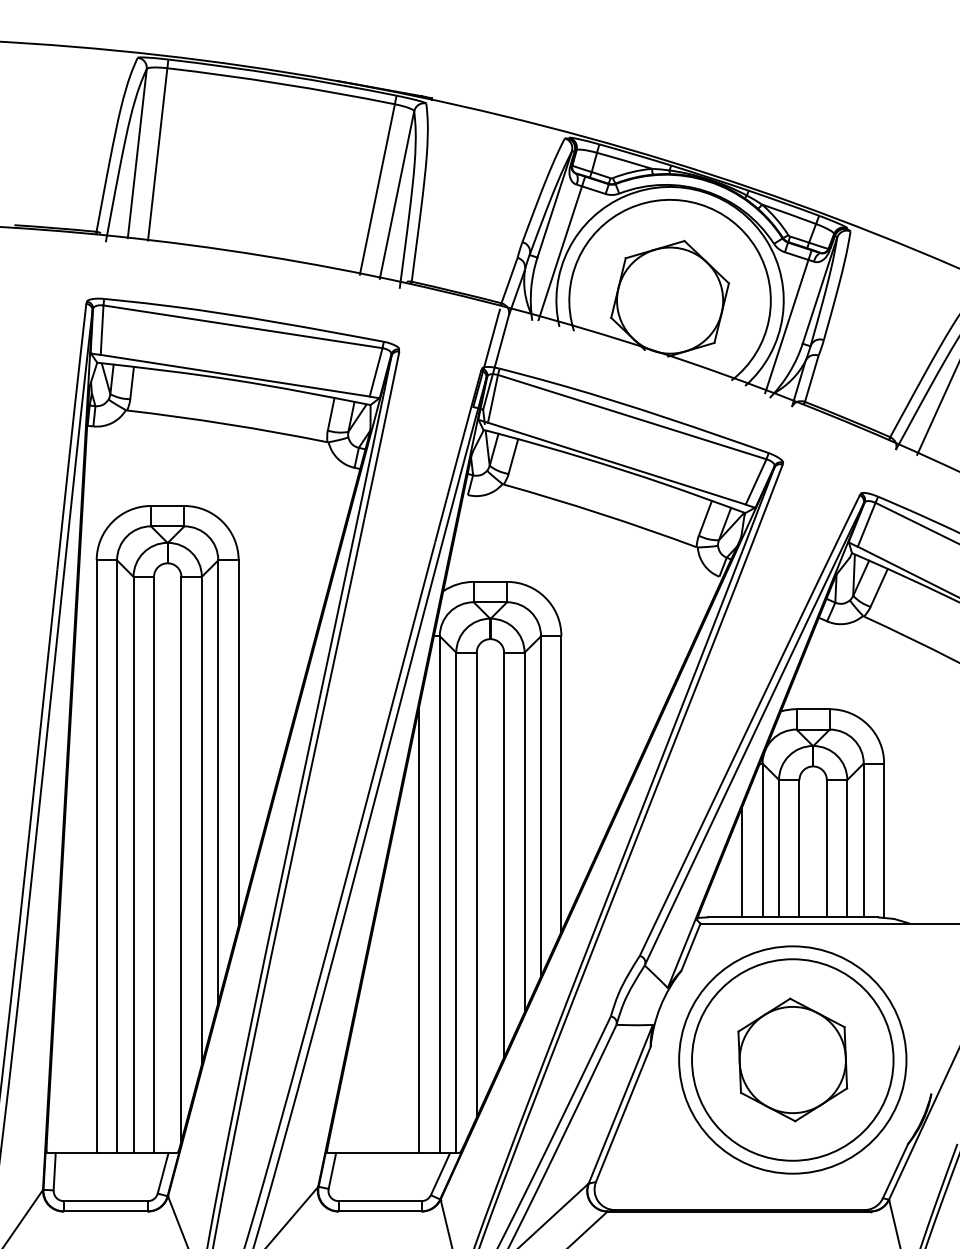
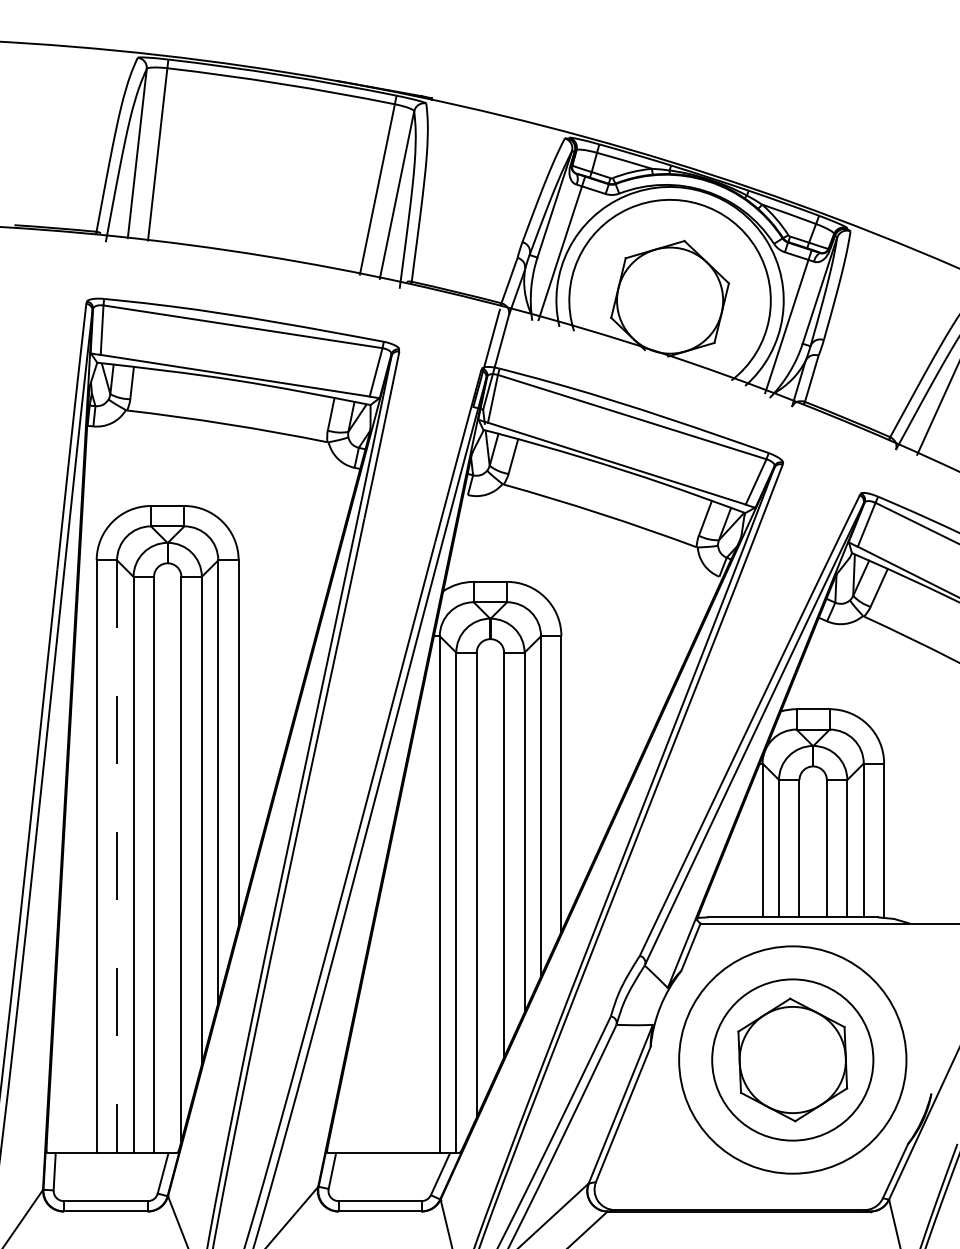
line at (117, 857): solid -> dashed
line at (742, 862): present -> none
line at (419, 929): present -> none
circle at (792, 1059) diameter: 202 px -> 161 px
